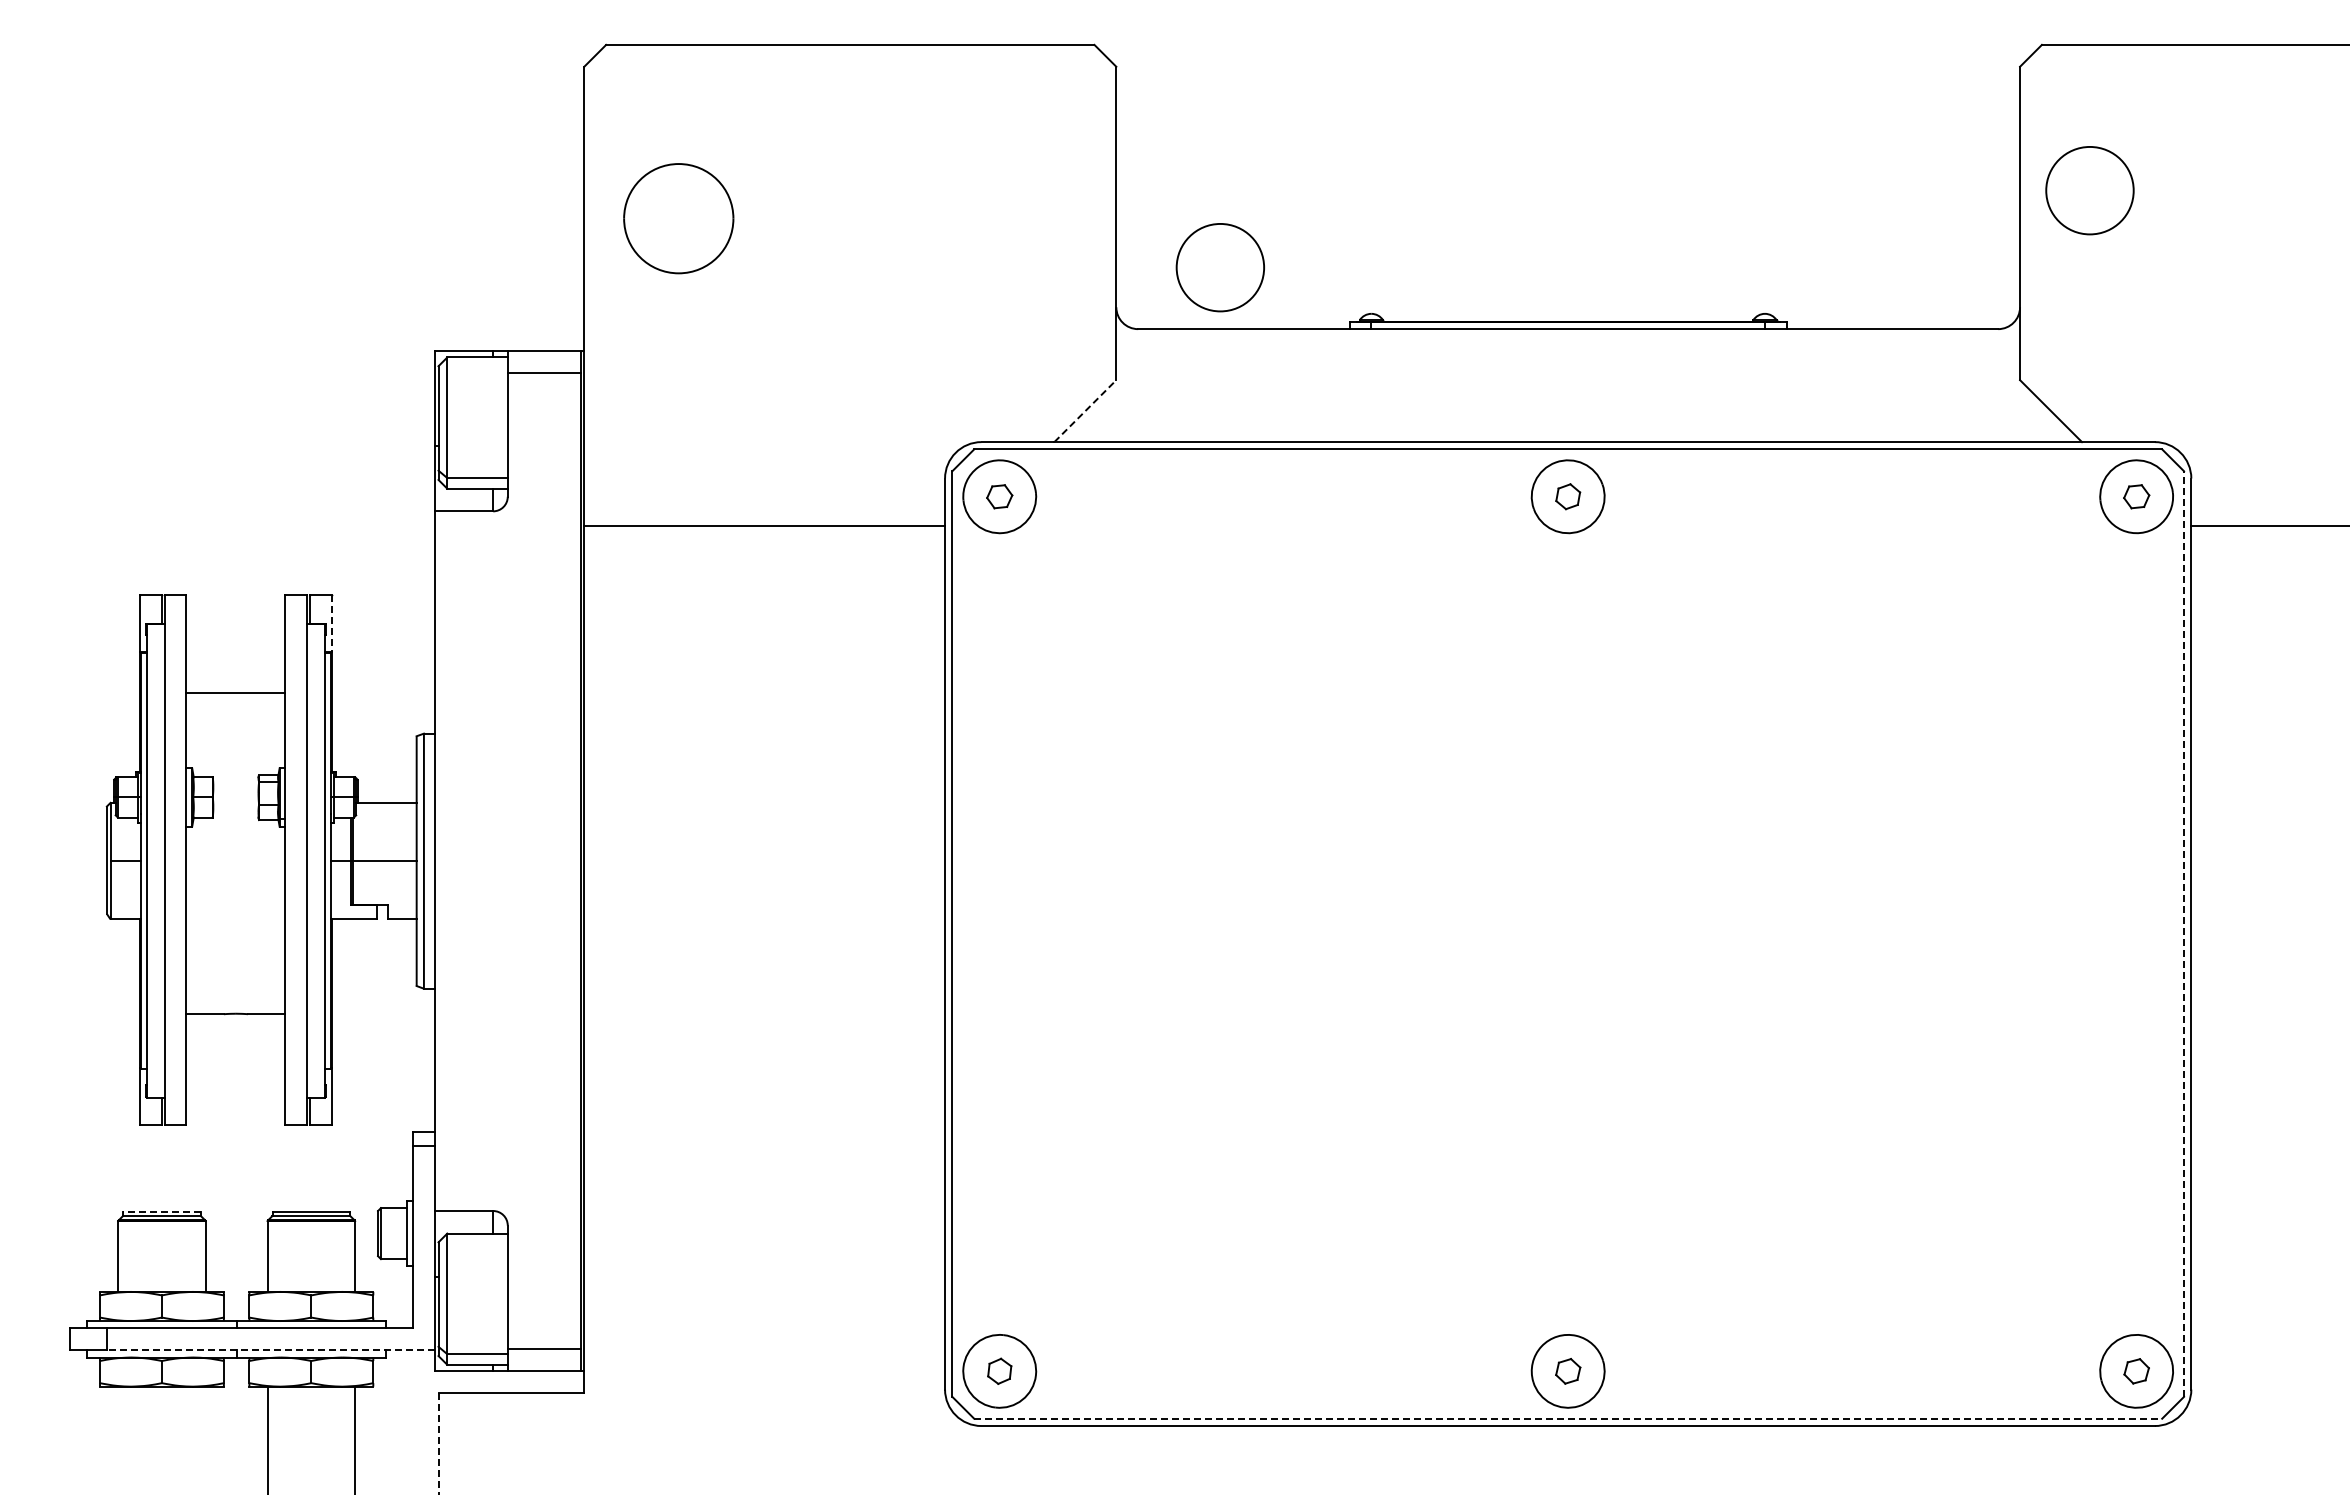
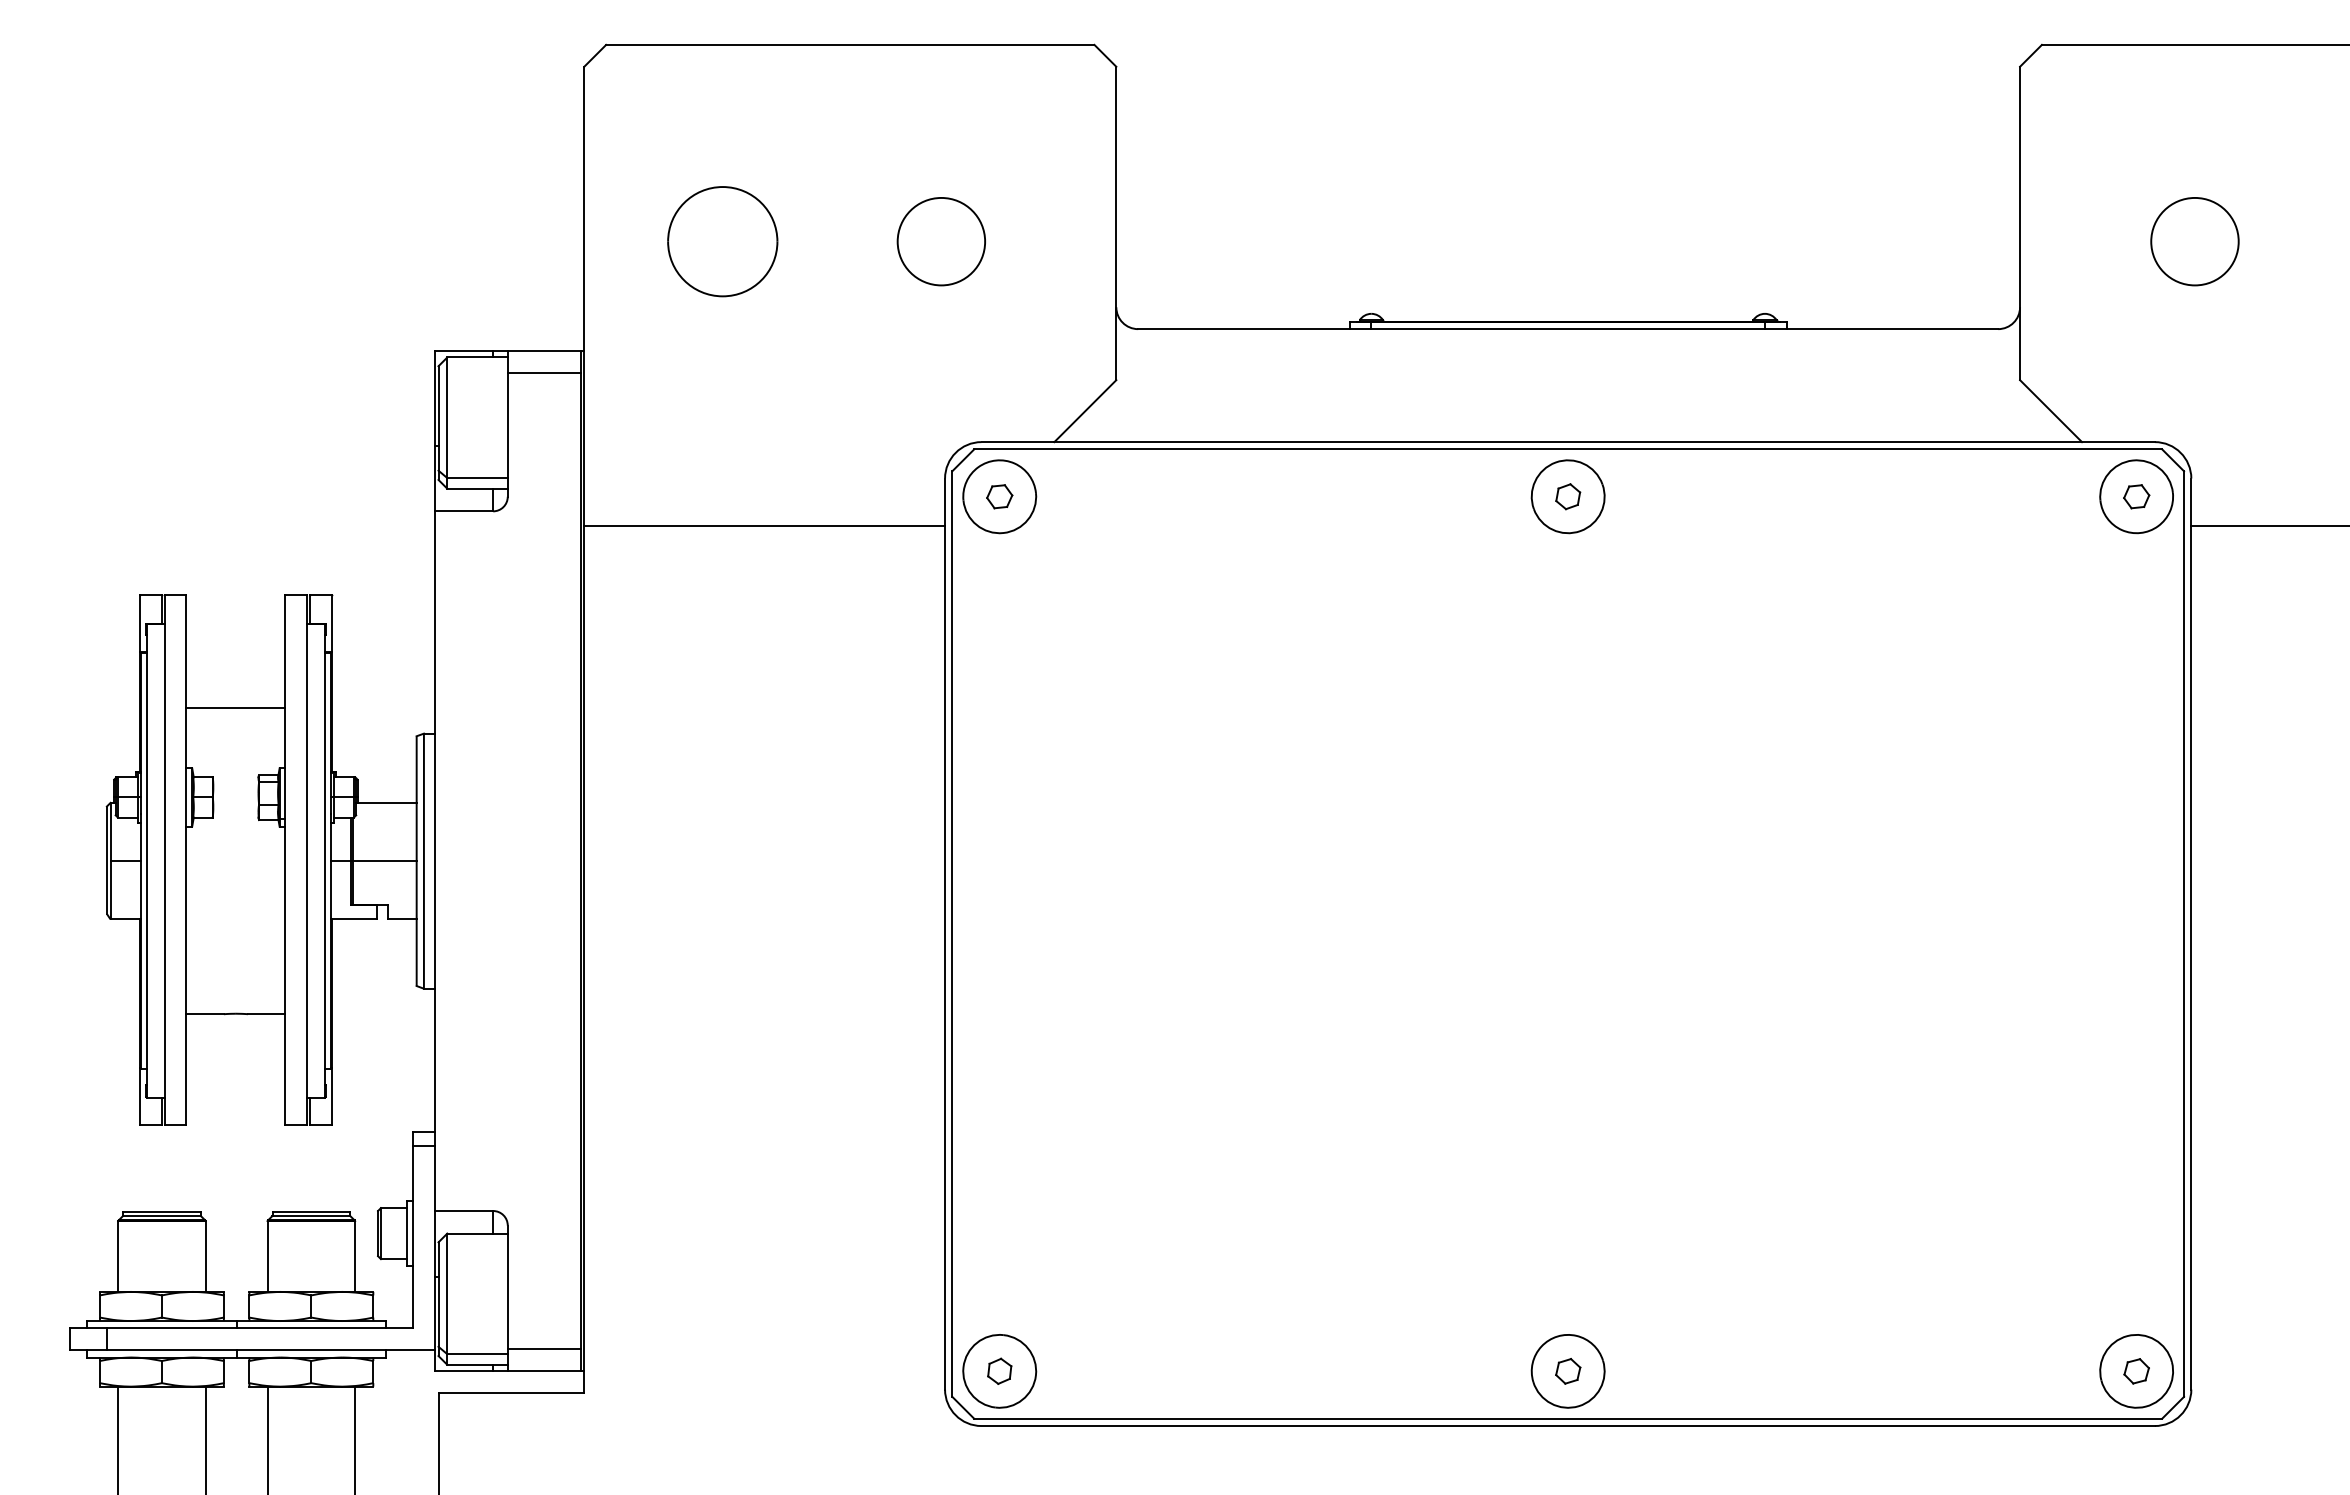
circle at (2089, 190) position: (2089, 190) -> (2194, 241)
part at (678, 218) position: (678, 218) -> (722, 241)
circle at (1219, 267) position: (1219, 267) -> (940, 241)
line at (1085, 411): dashed -> solid
line at (332, 623): dashed -> solid
line at (235, 693) position: (235, 693) -> (235, 708)
line at (2184, 934): dashed -> solid
line at (161, 1211): dashed -> solid
line at (270, 1350): dashed -> solid
line at (1568, 1418): dashed -> solid
line at (118, 1438): none -> present
line at (205, 1438): none -> present
line at (438, 1443): dashed -> solid
